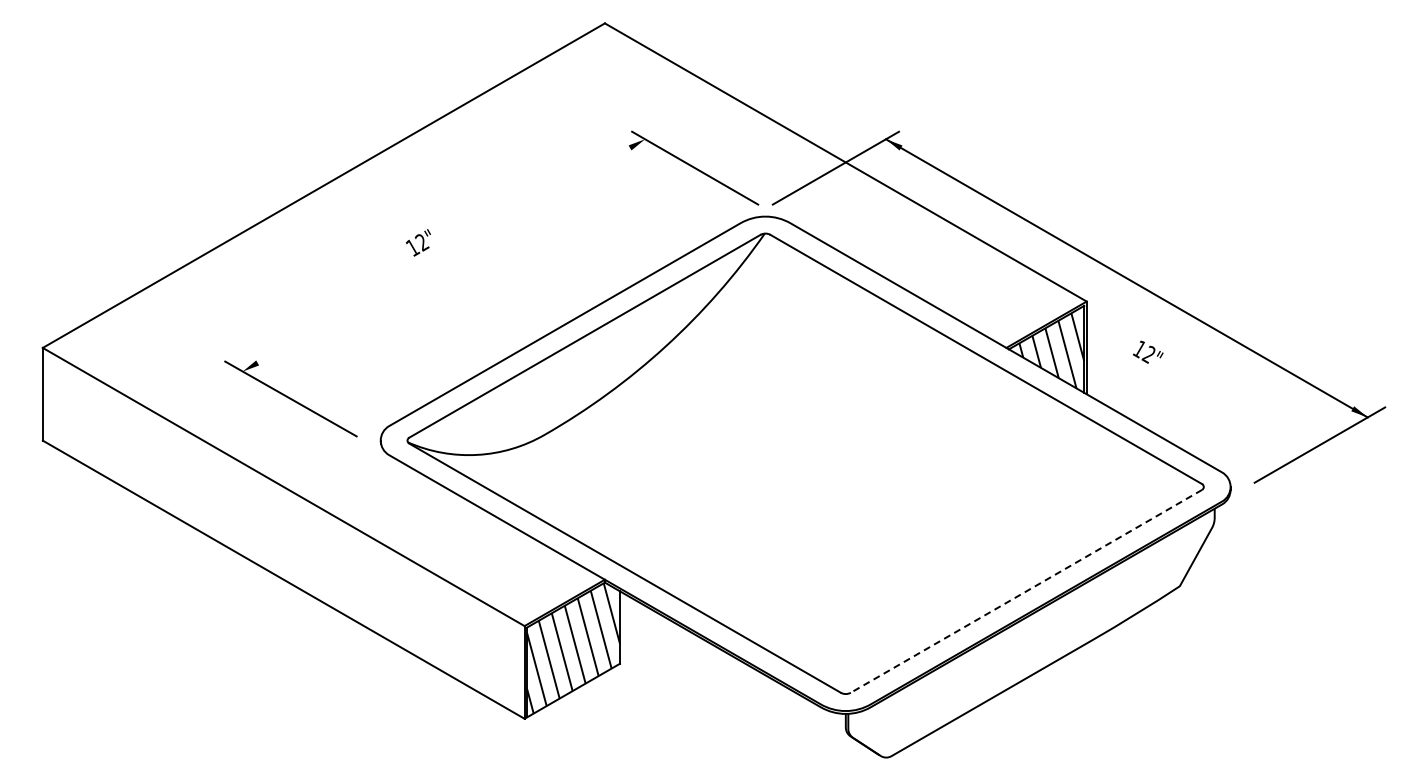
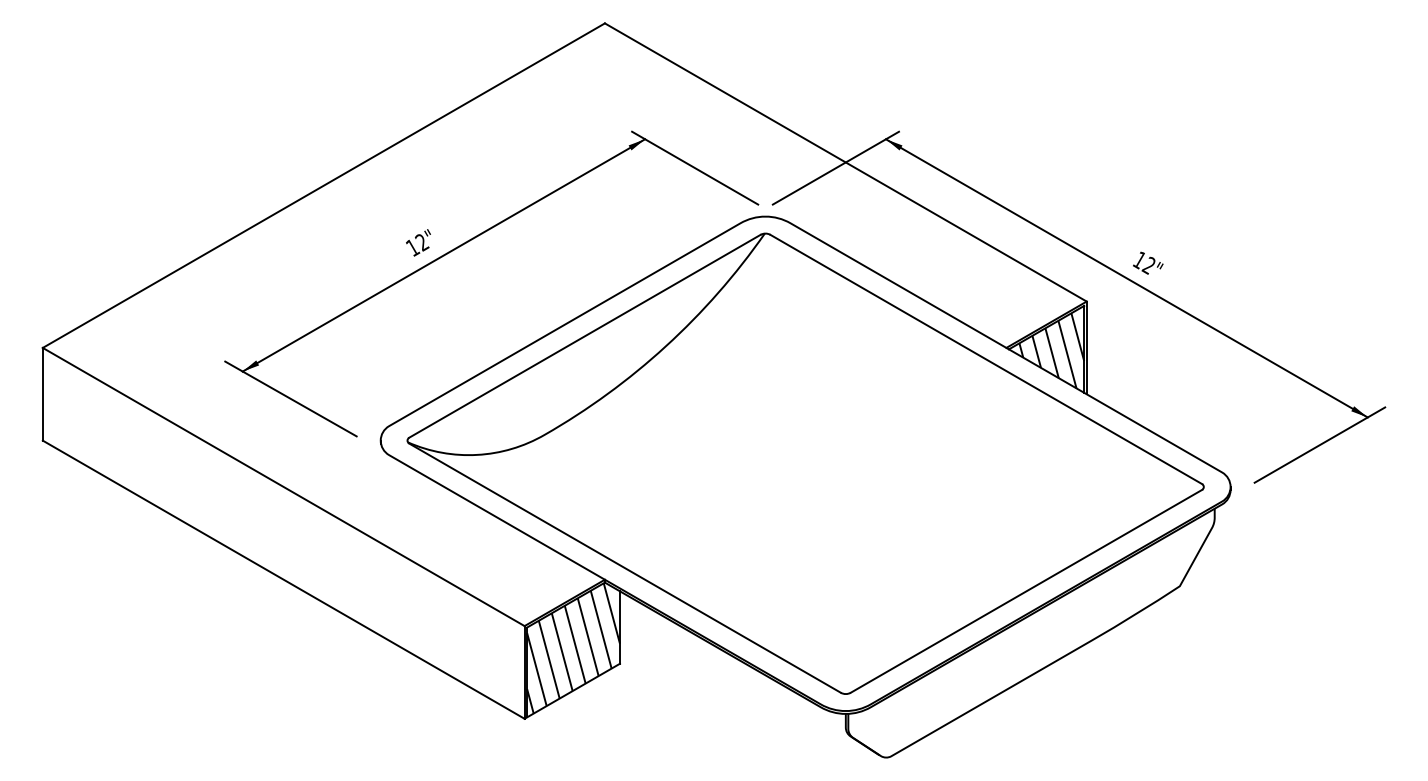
line at (443, 255): none -> present
text at (1148, 351) position: (1148, 351) -> (1148, 262)
line at (1026, 591): dashed -> solid
